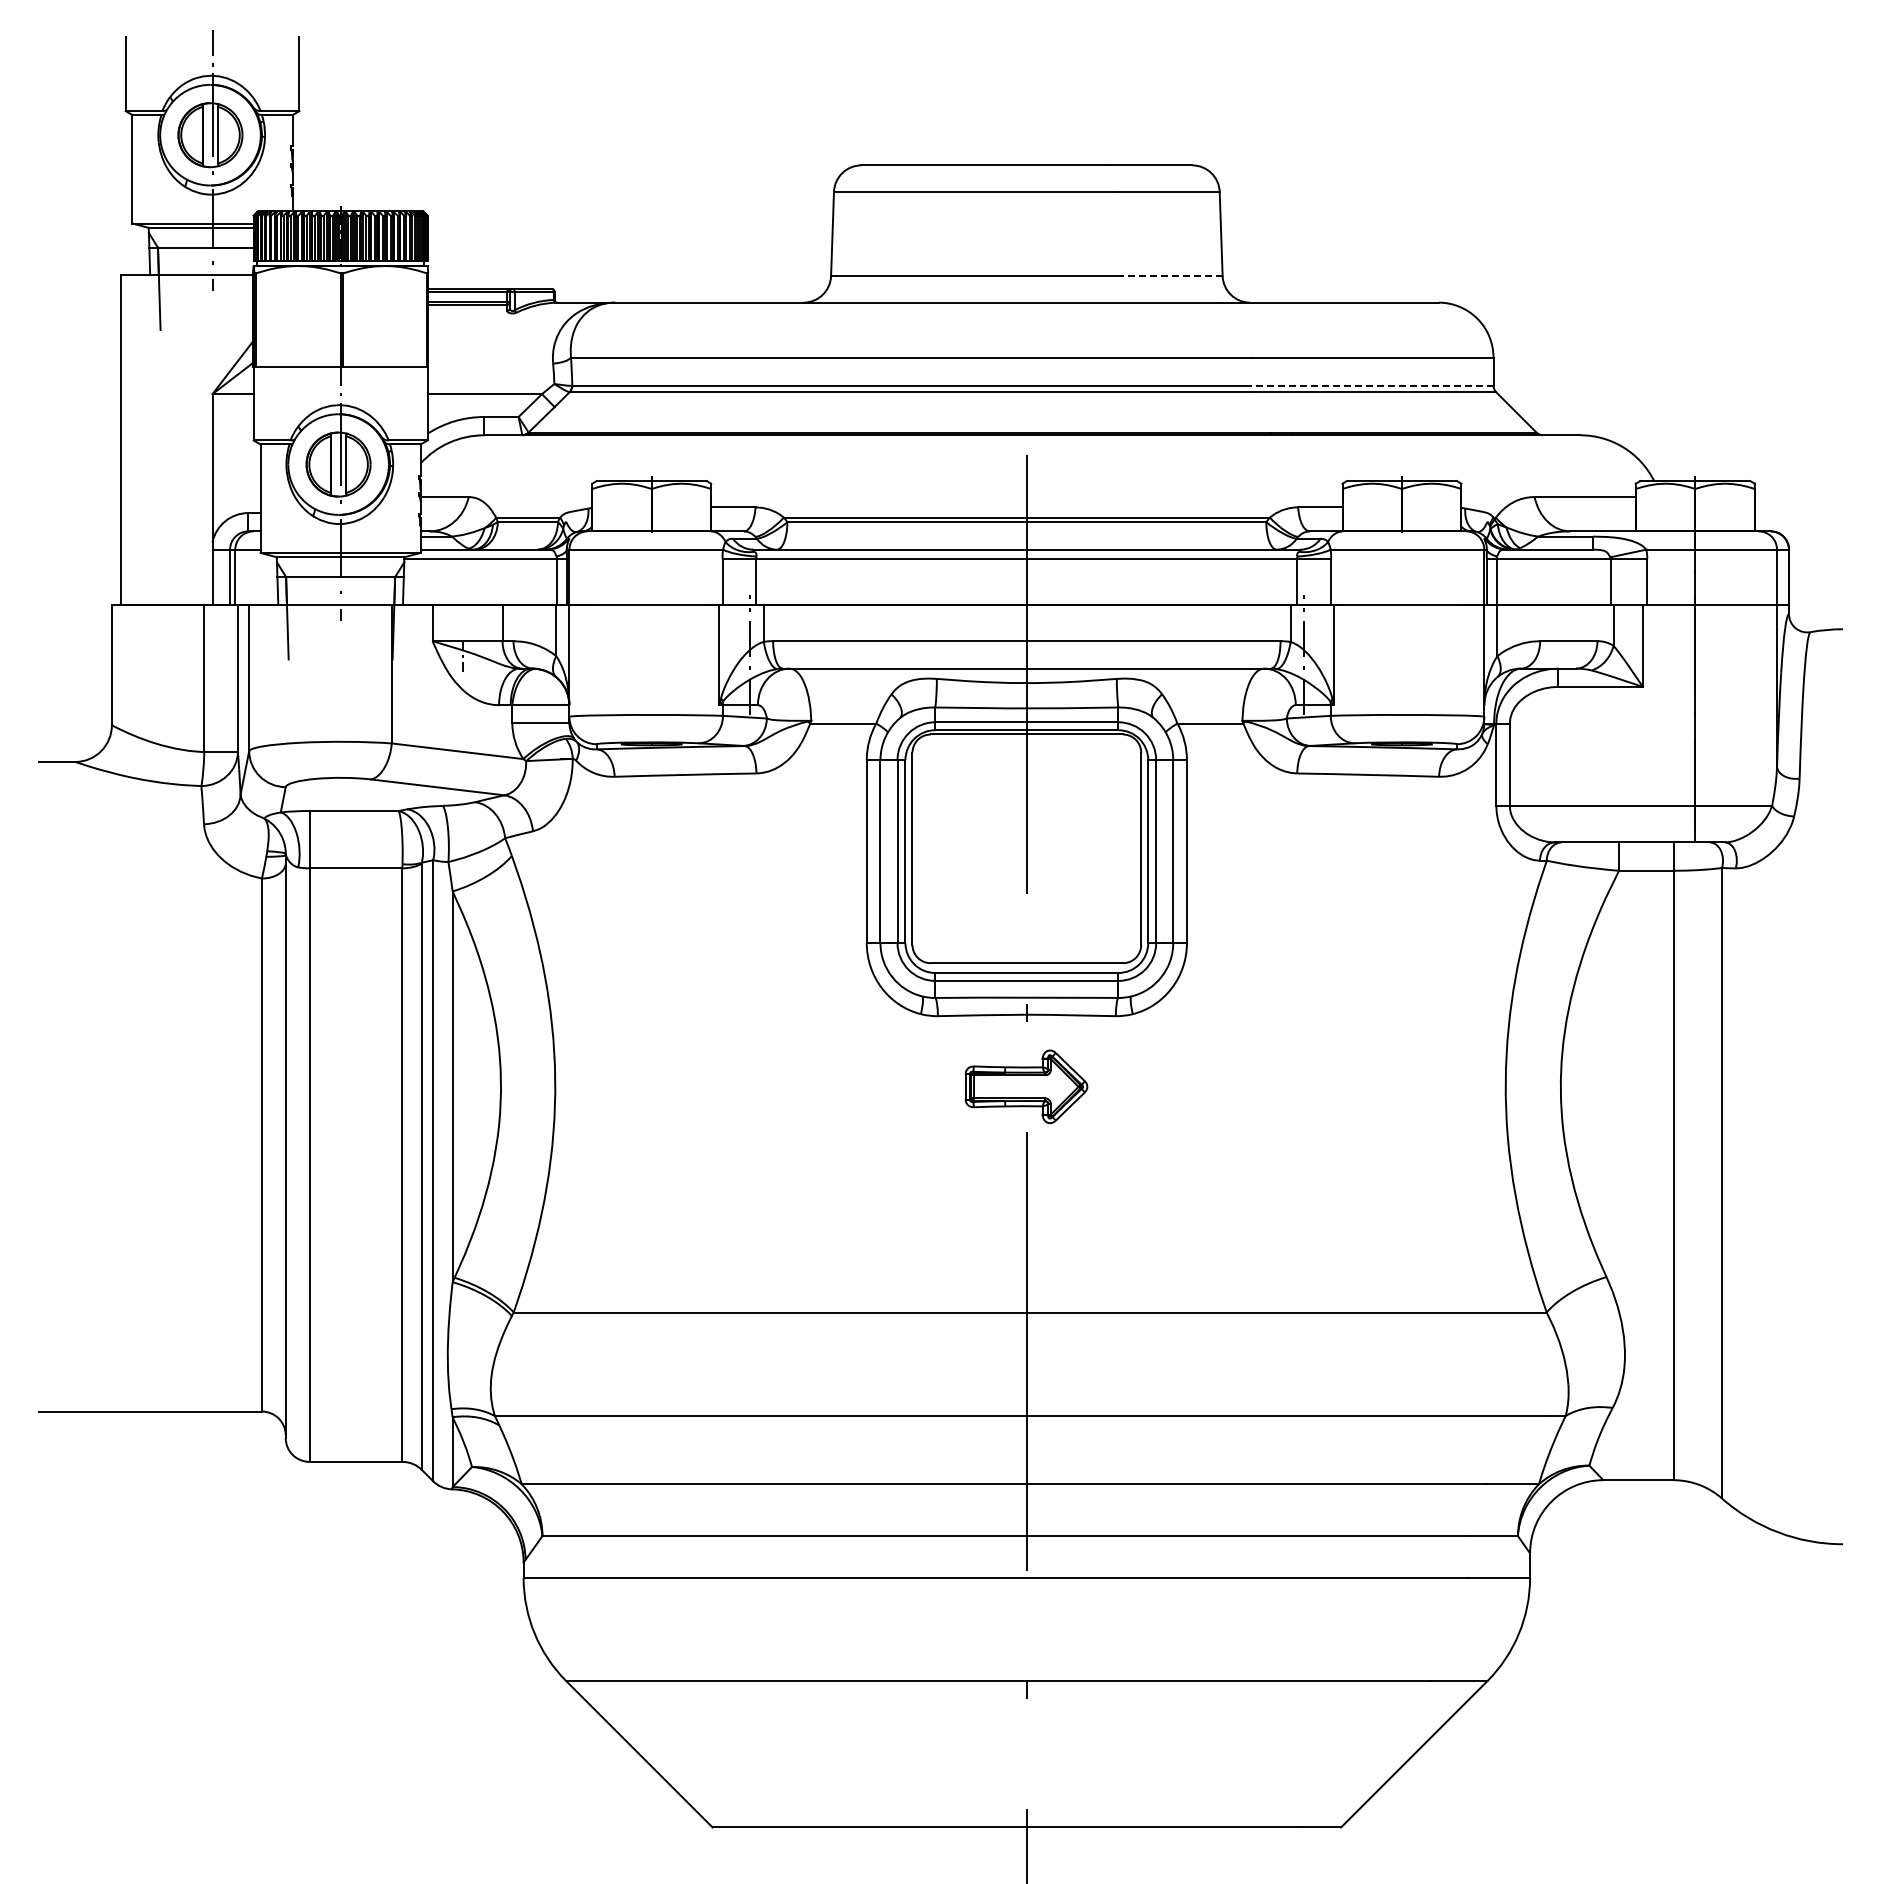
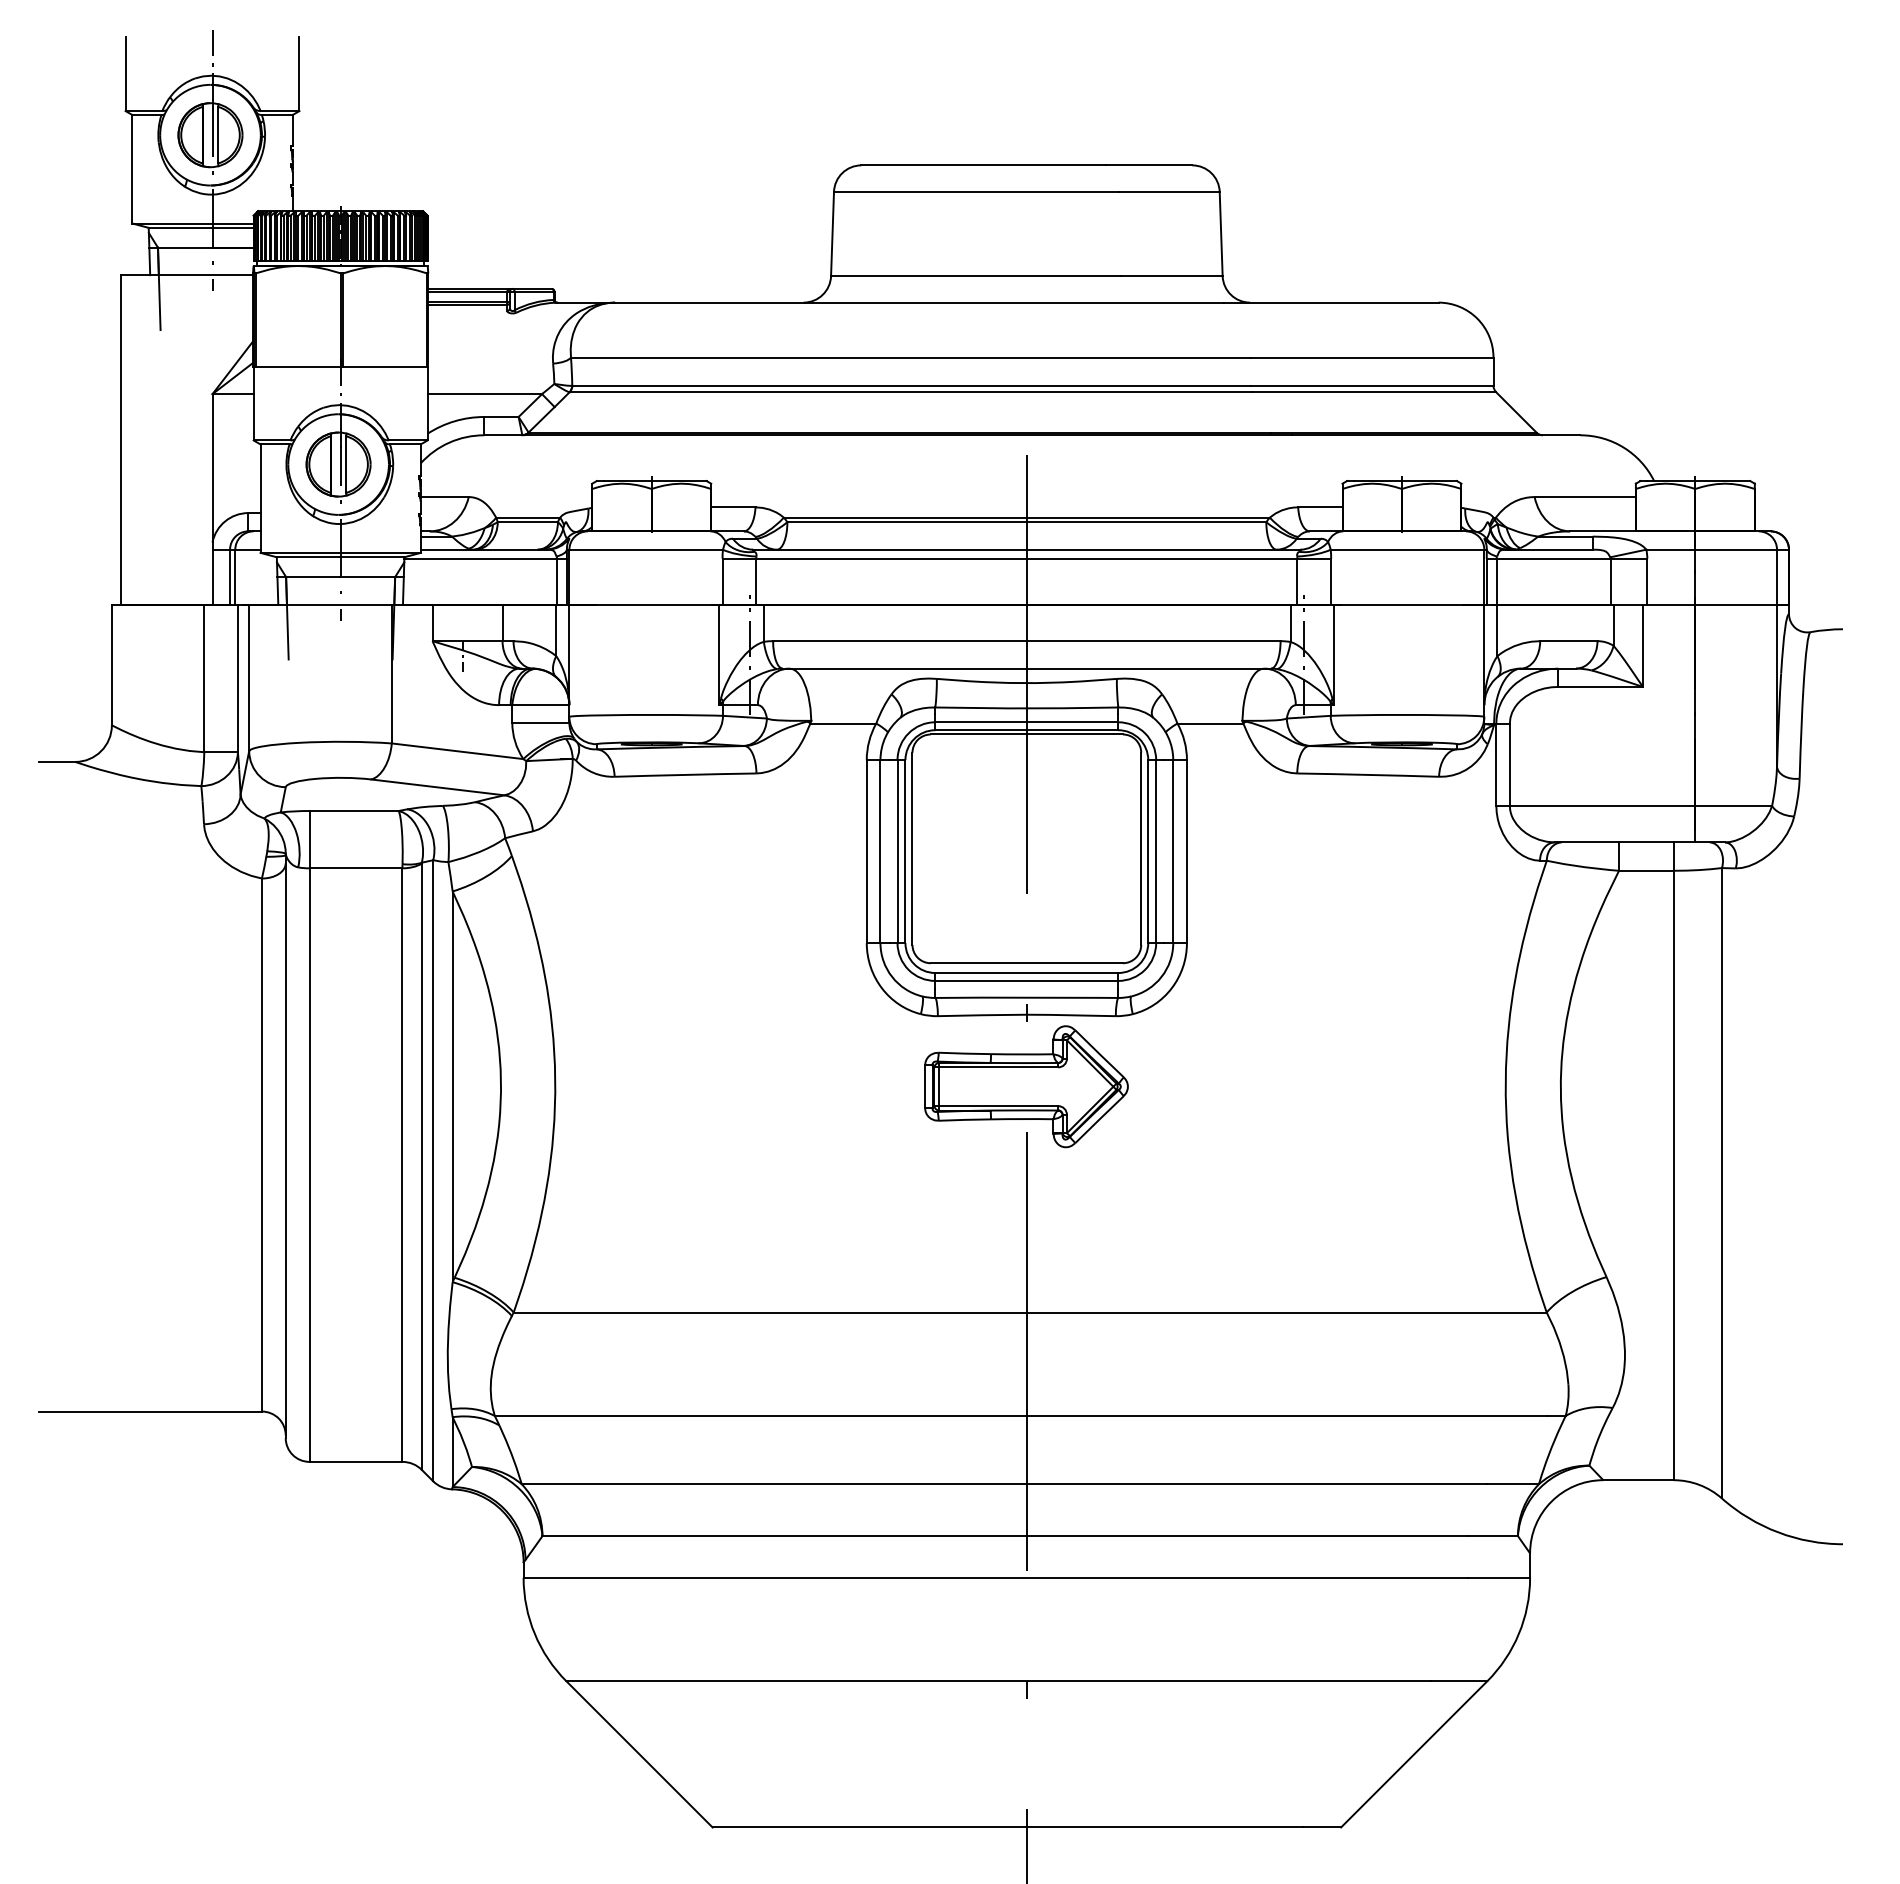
line at (1171, 276): dashed -> solid
line at (1371, 385): dashed -> solid
part at (1026, 1086) size: 125x75 px -> 205x124 px
